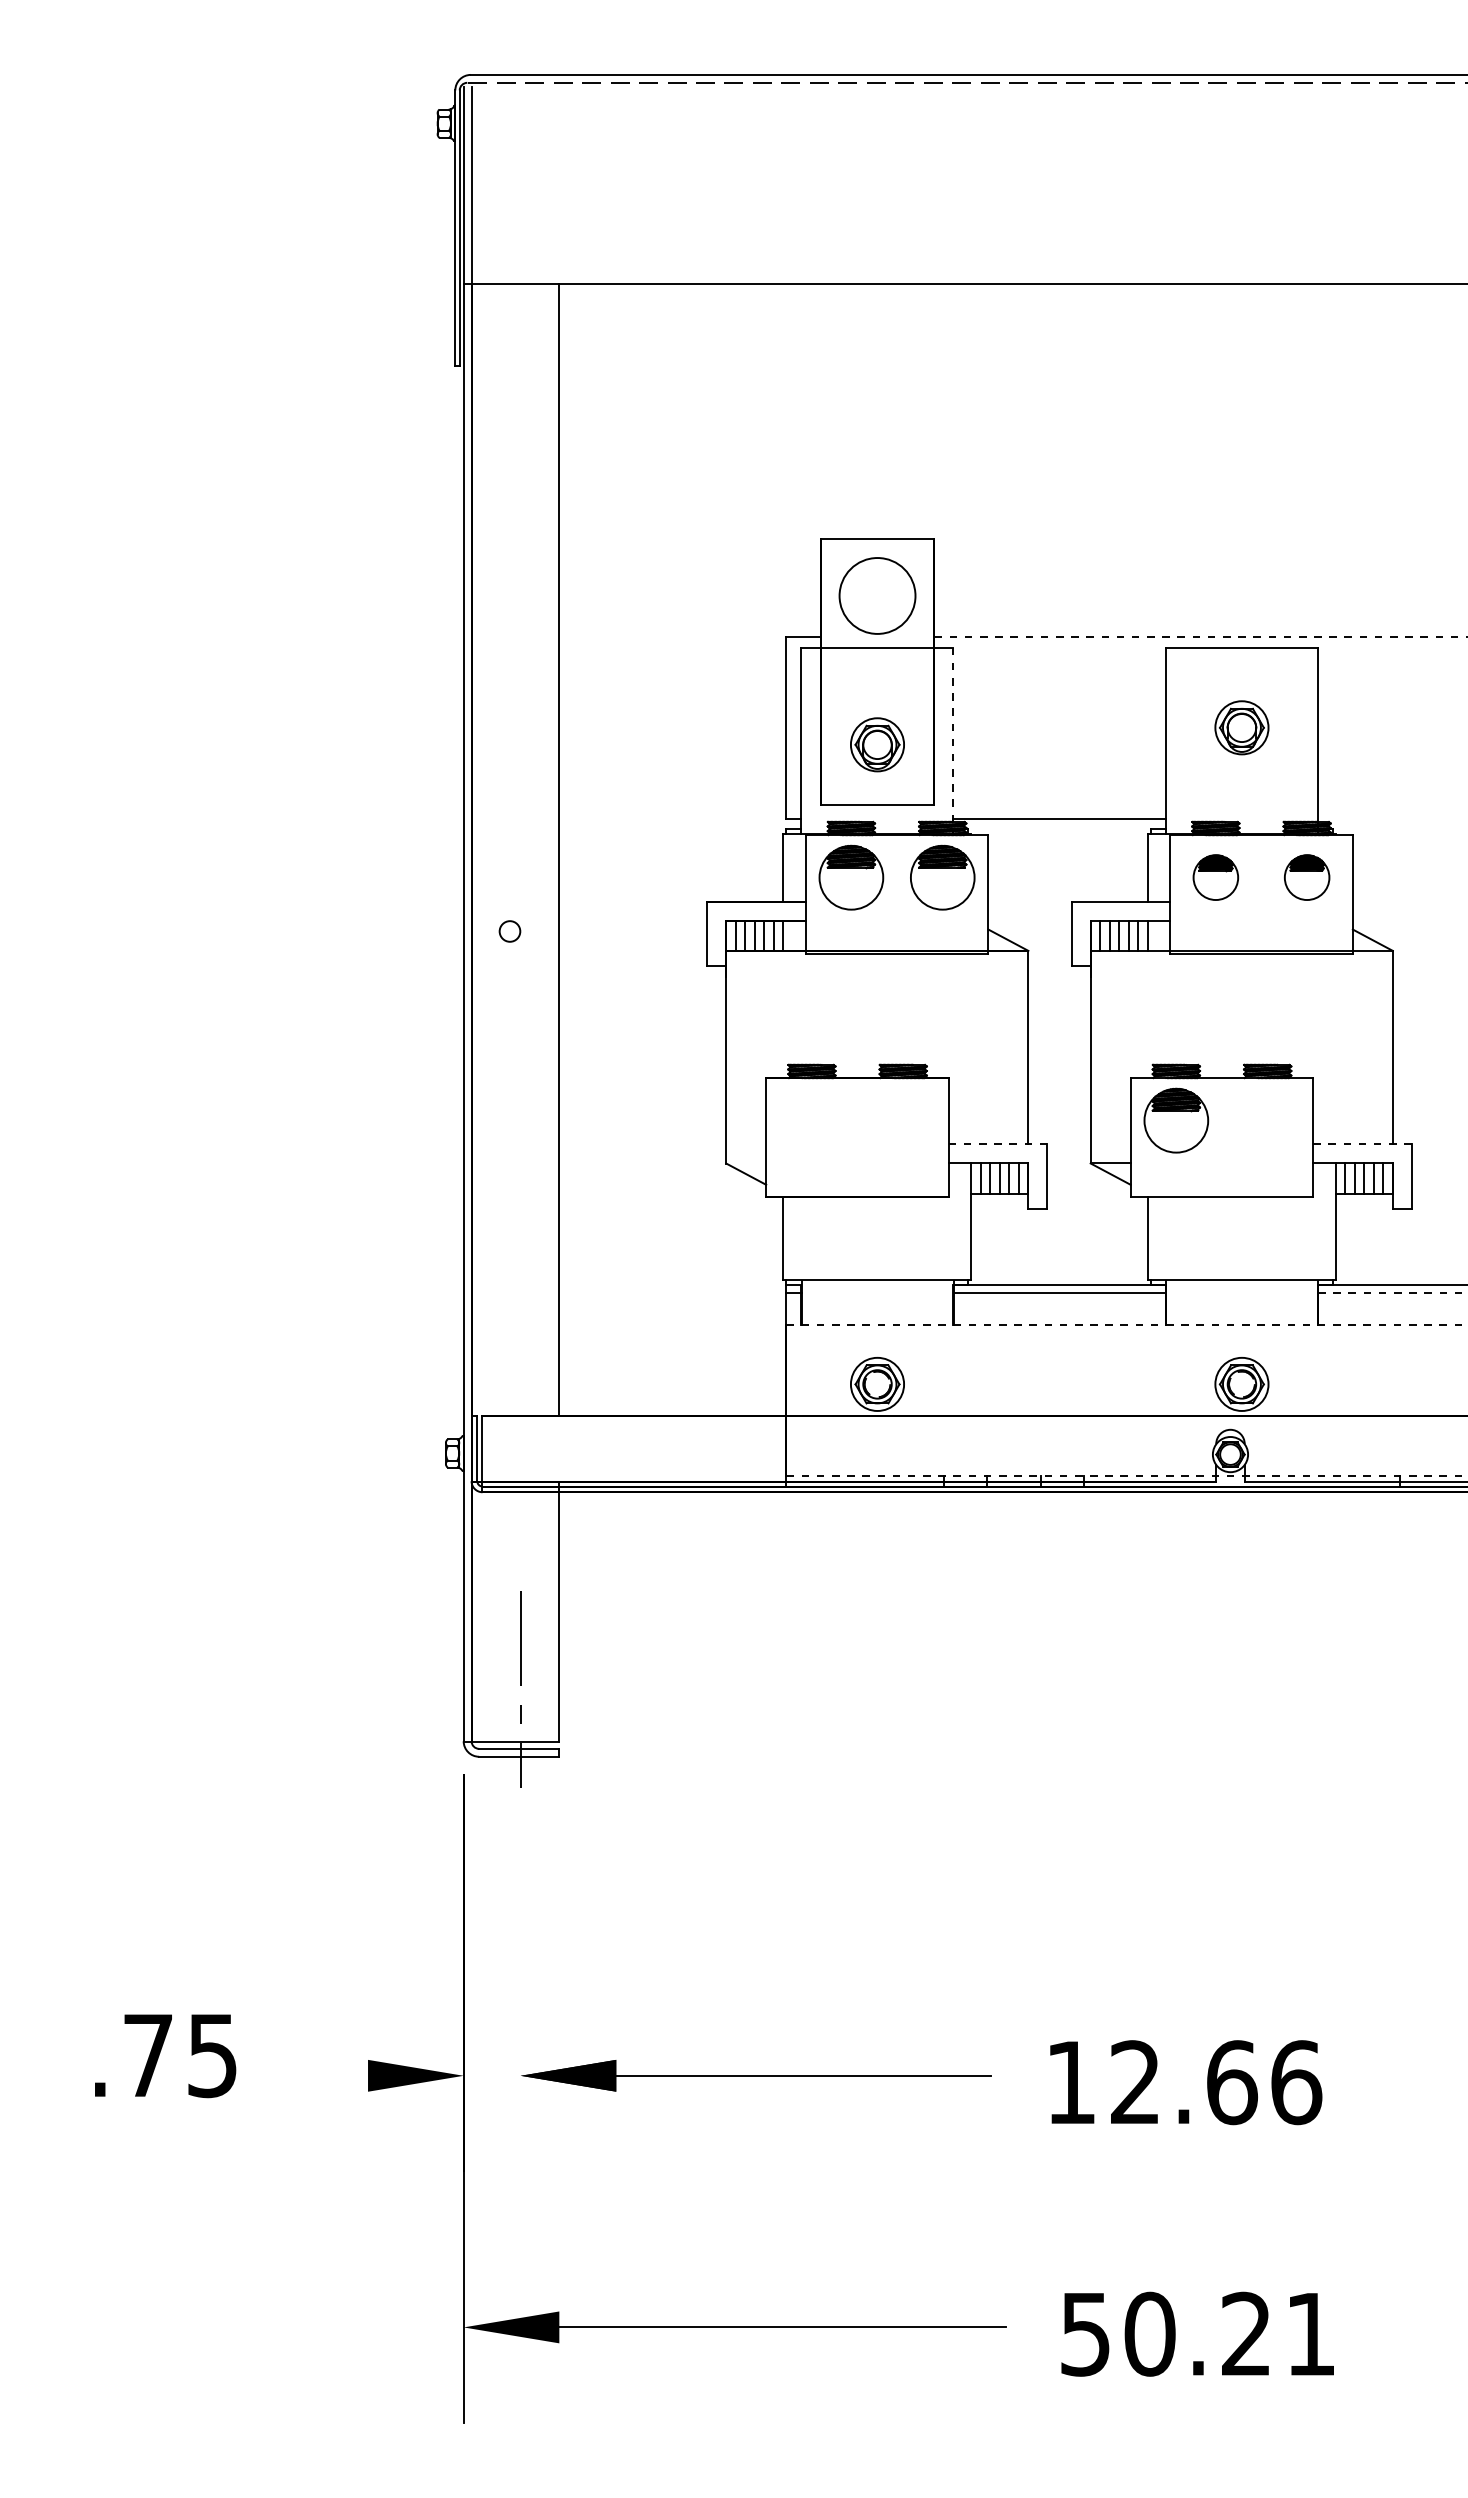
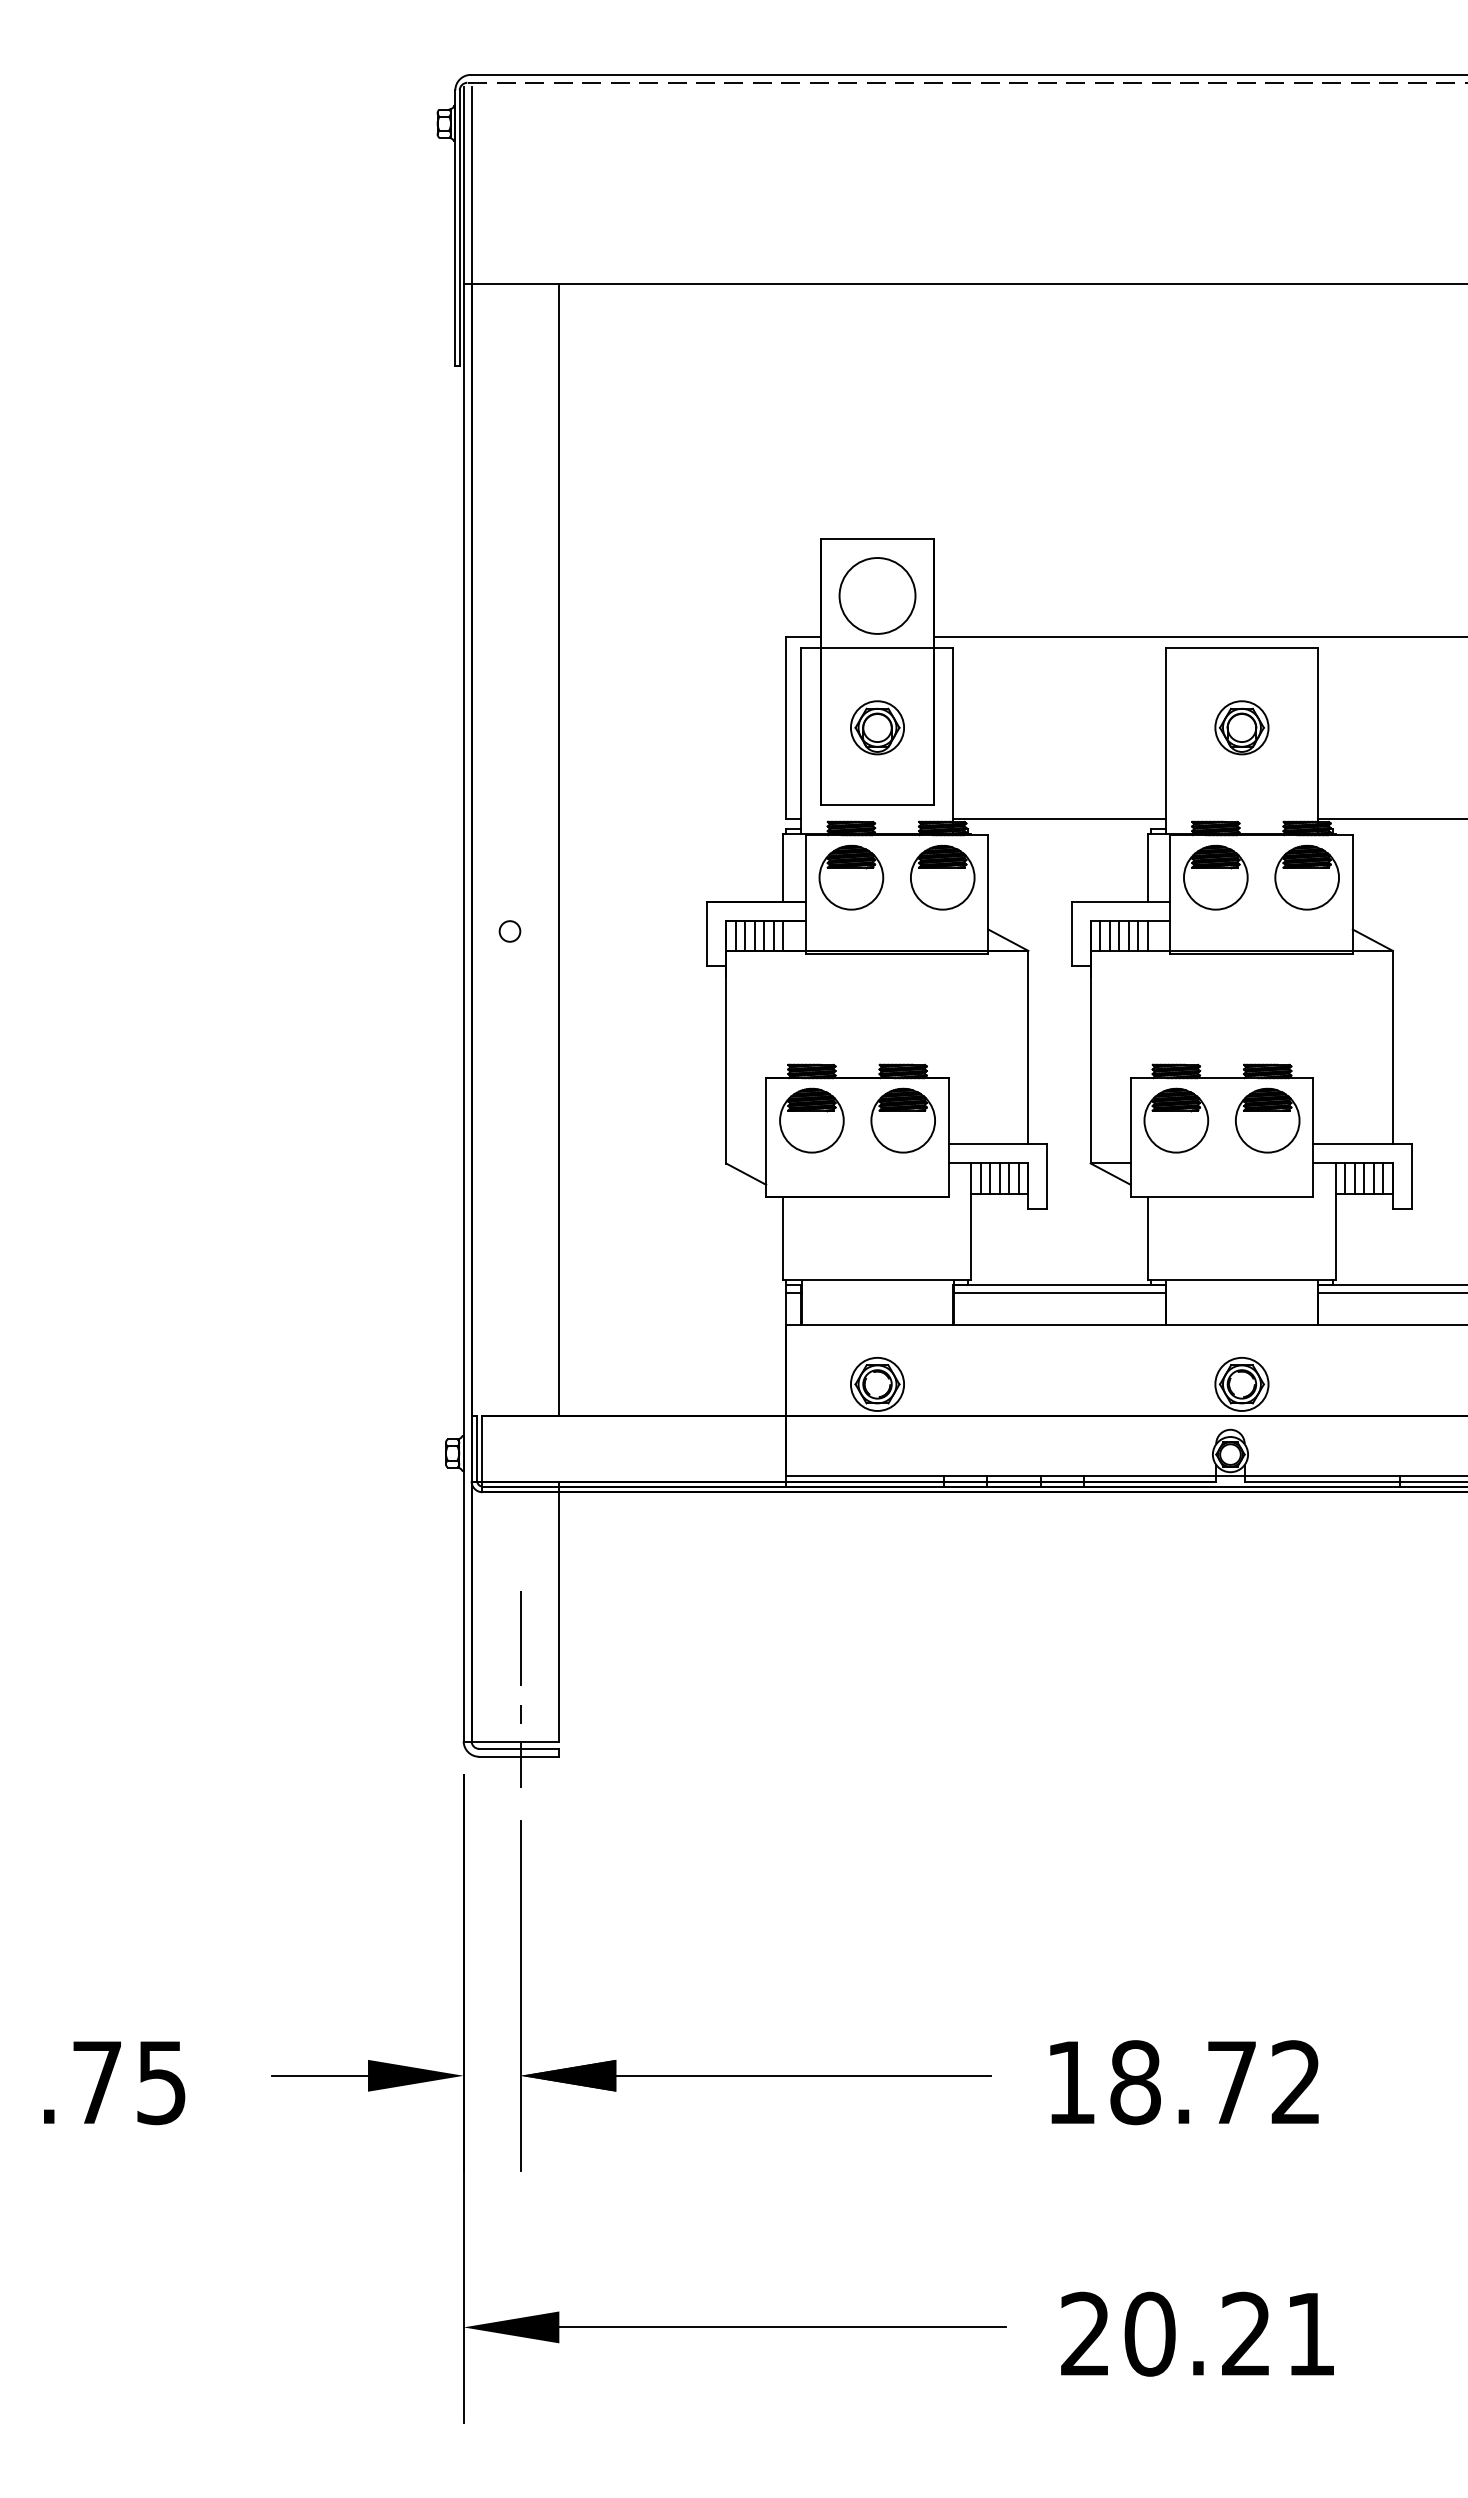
line at (1201, 636): dashed -> solid
line at (953, 741): dashed -> solid
part at (877, 744) position: (877, 744) -> (877, 727)
line at (1390, 818): none -> present
part at (1215, 877) size: 48x47 px -> 66x67 px
part at (1307, 877) size: 47x47 px -> 66x67 px
part at (811, 1120): none -> present
part at (902, 1120): none -> present
part at (1267, 1120): none -> present
line at (997, 1144): dashed -> solid
line at (1362, 1144): dashed -> solid
line at (1392, 1293): dashed -> solid
line at (1127, 1325): dashed -> solid
line at (1127, 1476): dashed -> solid
line at (520, 1996): none -> present
text at (165, 2056) position: (165, 2056) -> (114, 2083)
line at (320, 2075): none -> present
text at (1216, 2082): 12.66 -> 18.72
text at (1085, 2333): 50.21 -> 20.21
